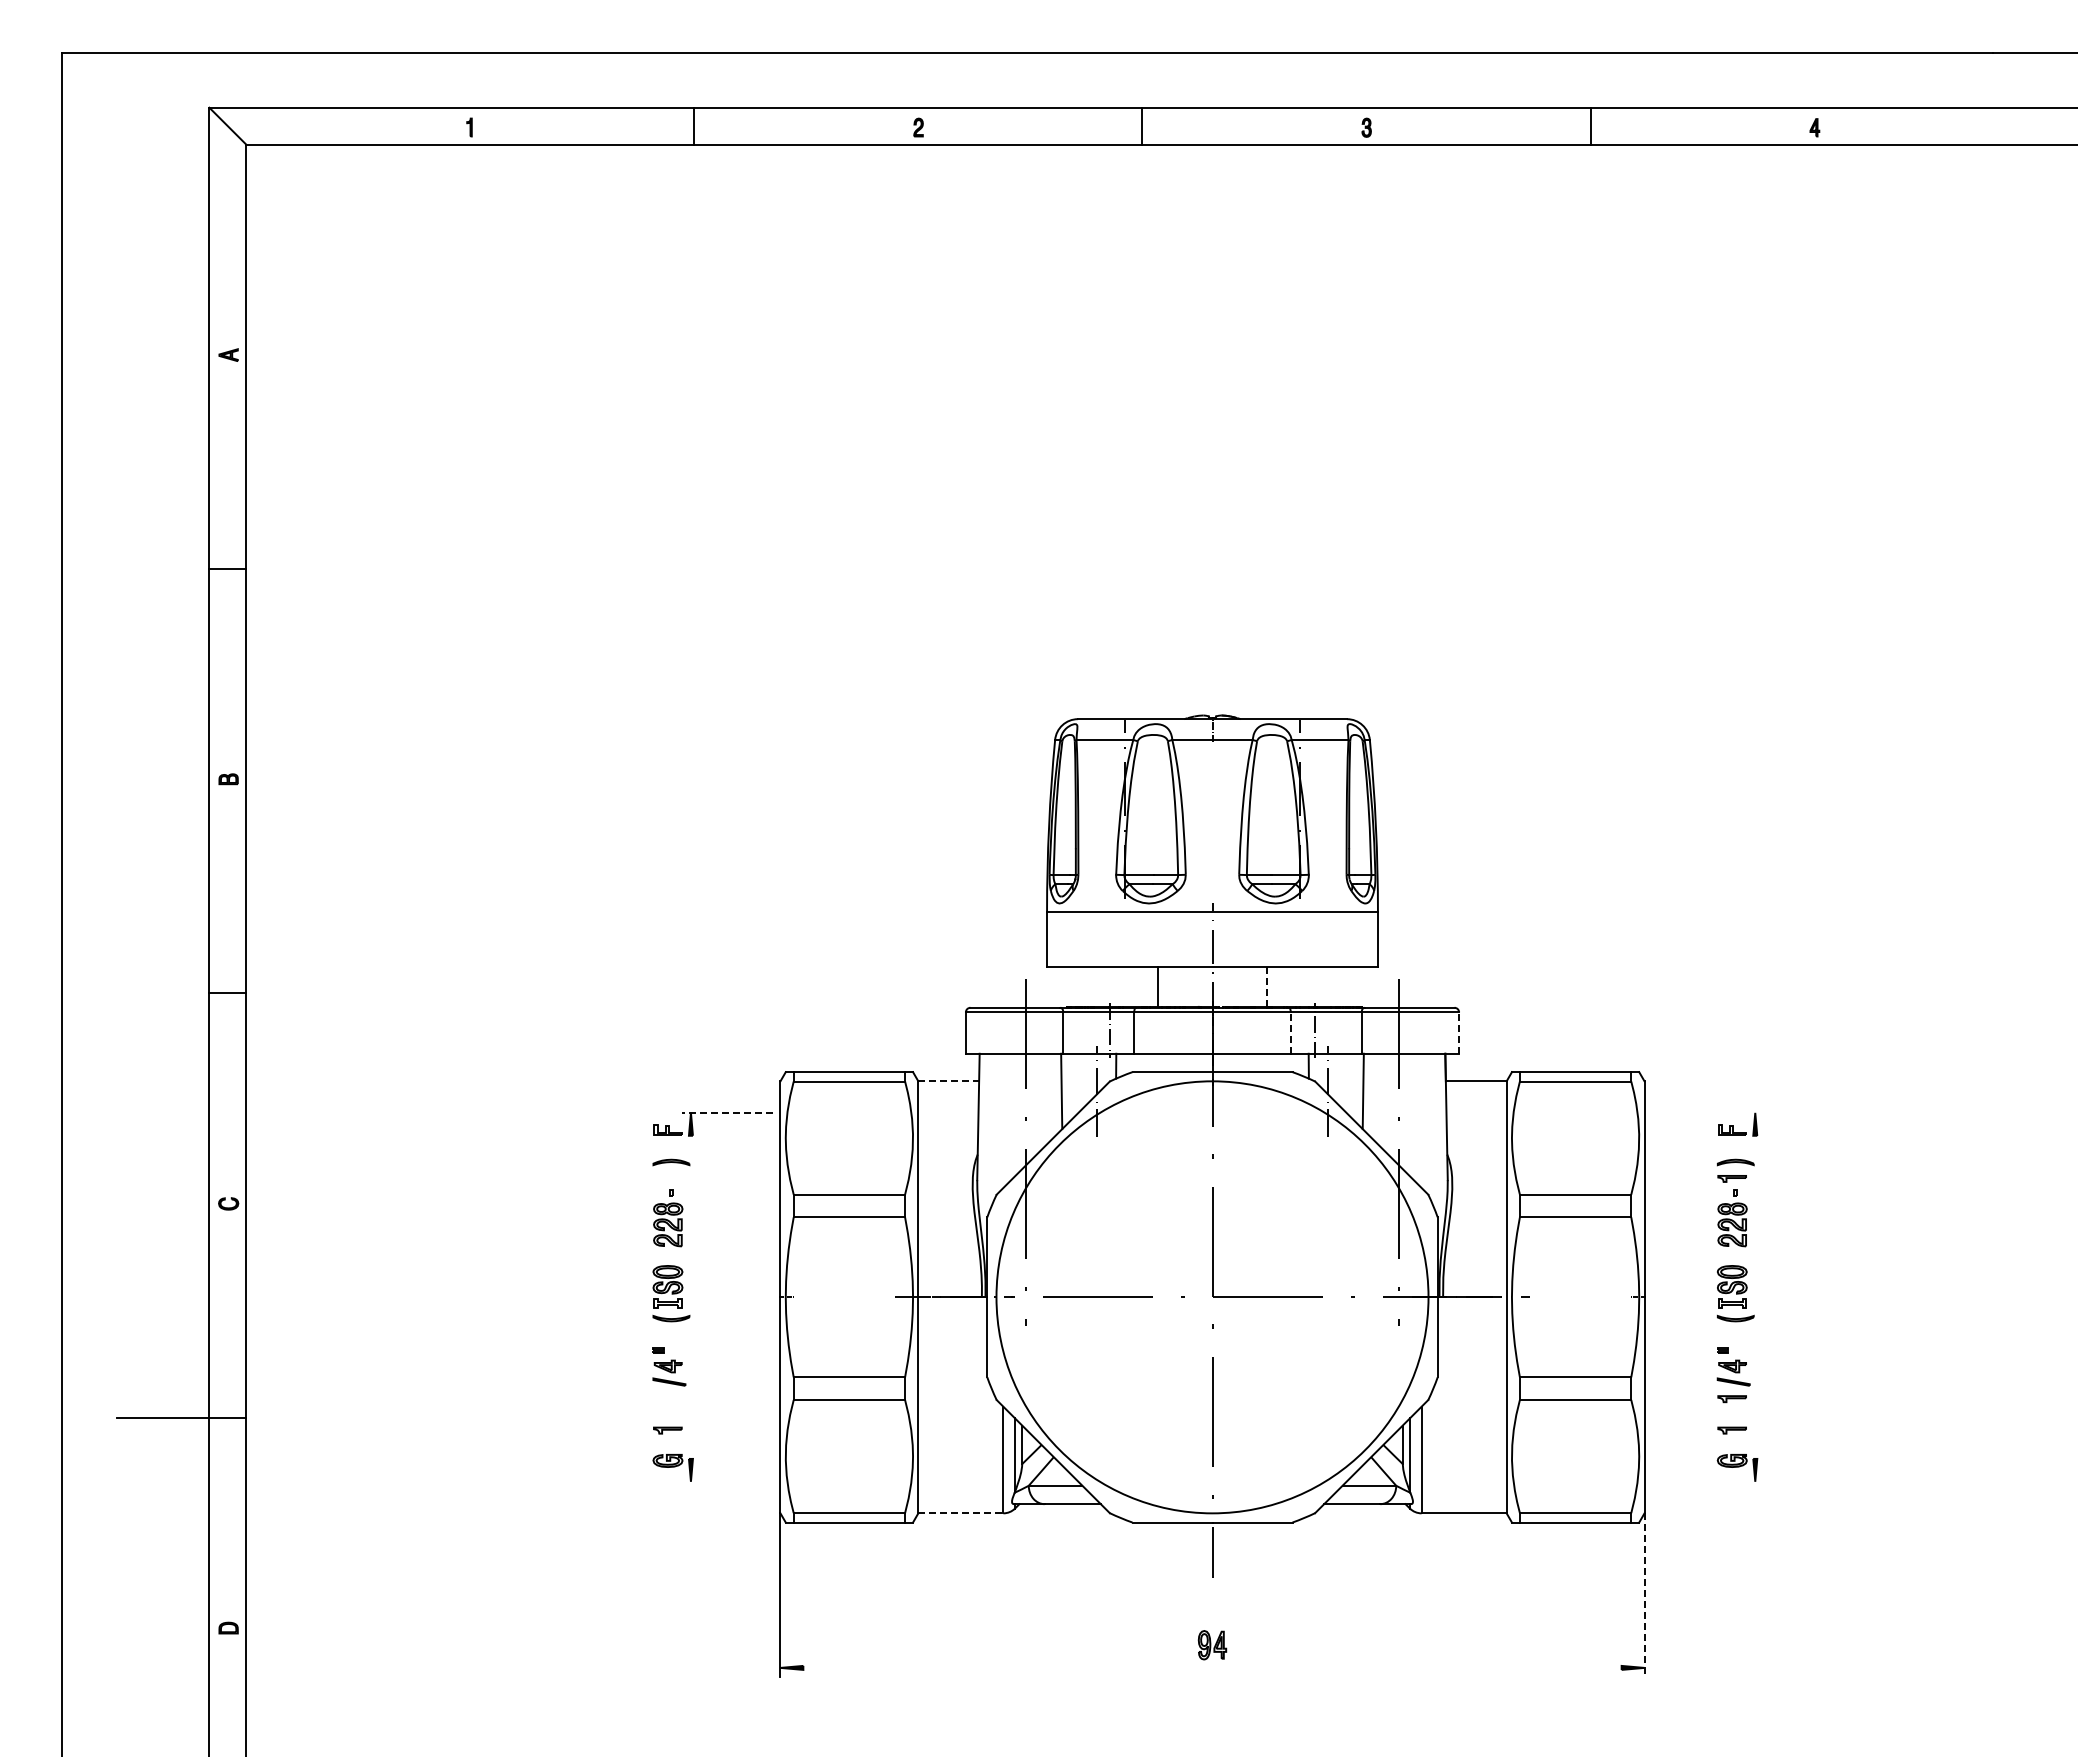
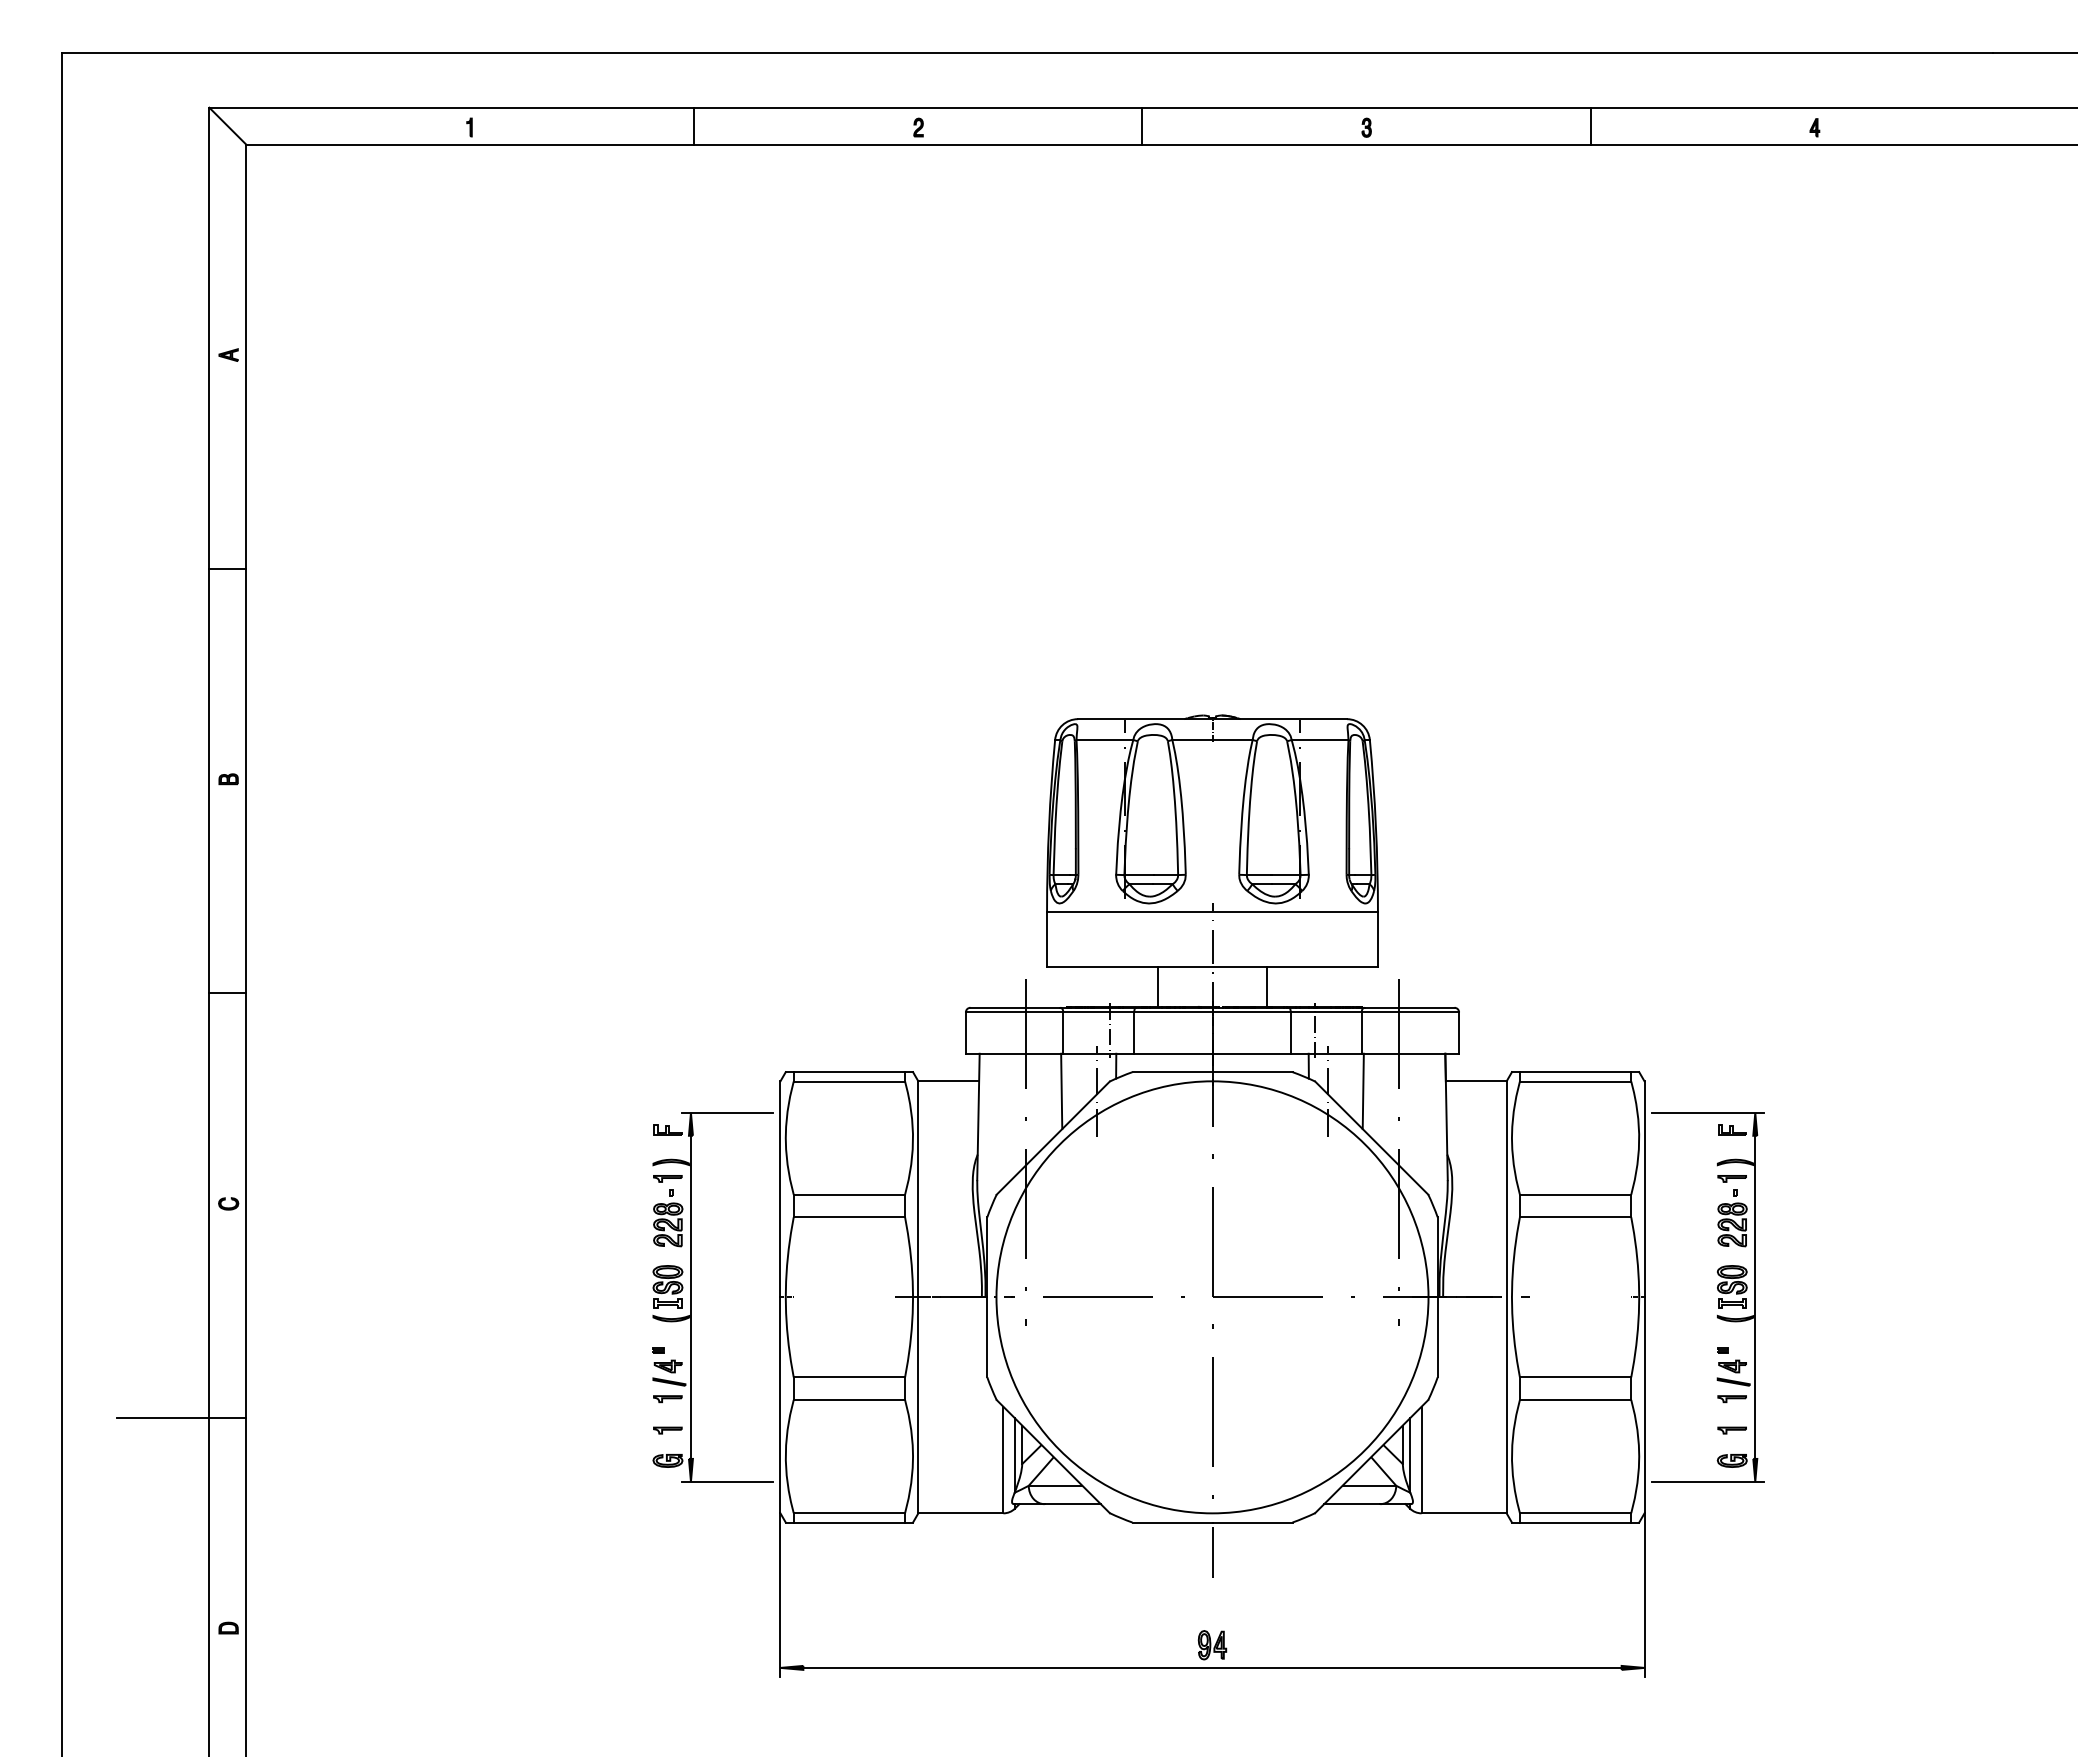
line at (1267, 987): dashed -> solid
line at (1290, 1033): dashed -> solid
line at (1459, 1033): dashed -> solid
line at (949, 1081): dashed -> solid
line at (727, 1112): dashed -> solid
line at (1707, 1112): none -> present
part at (667, 1178): none -> present
line at (690, 1296): none -> present
line at (1755, 1296): none -> present
part at (667, 1399): none -> present
line at (727, 1481): none -> present
line at (1707, 1481): none -> present
line at (960, 1513): dashed -> solid
line at (1644, 1595): dashed -> solid
line at (1212, 1667): none -> present
